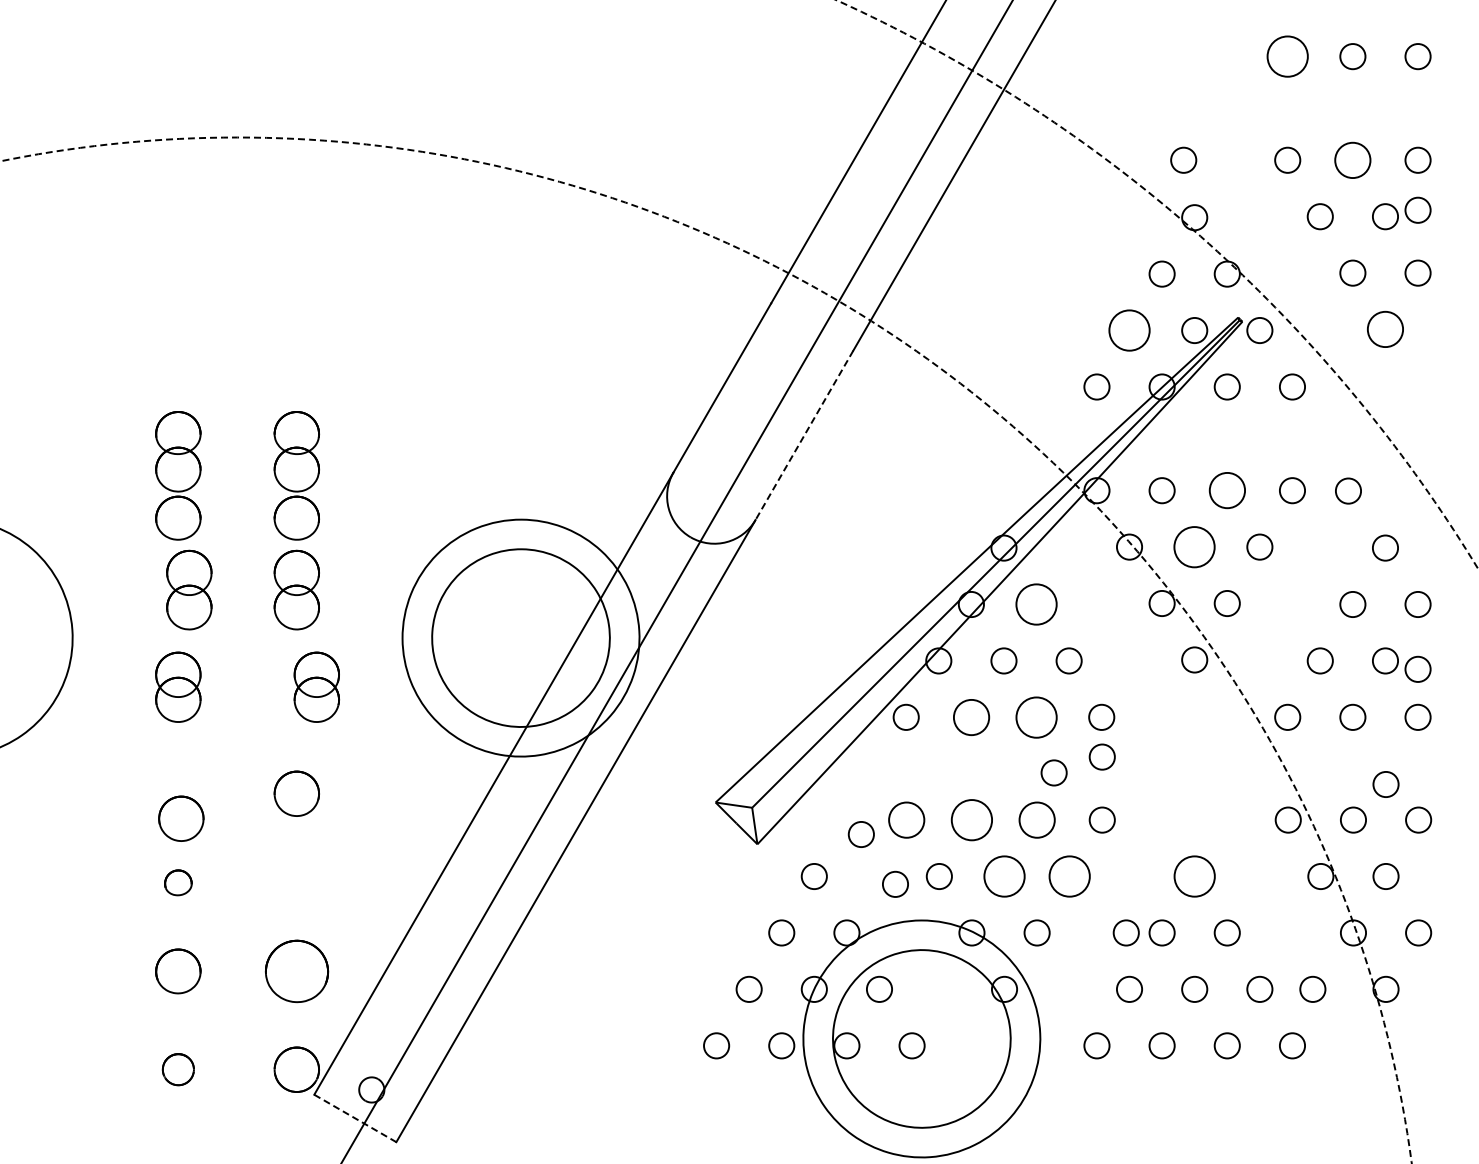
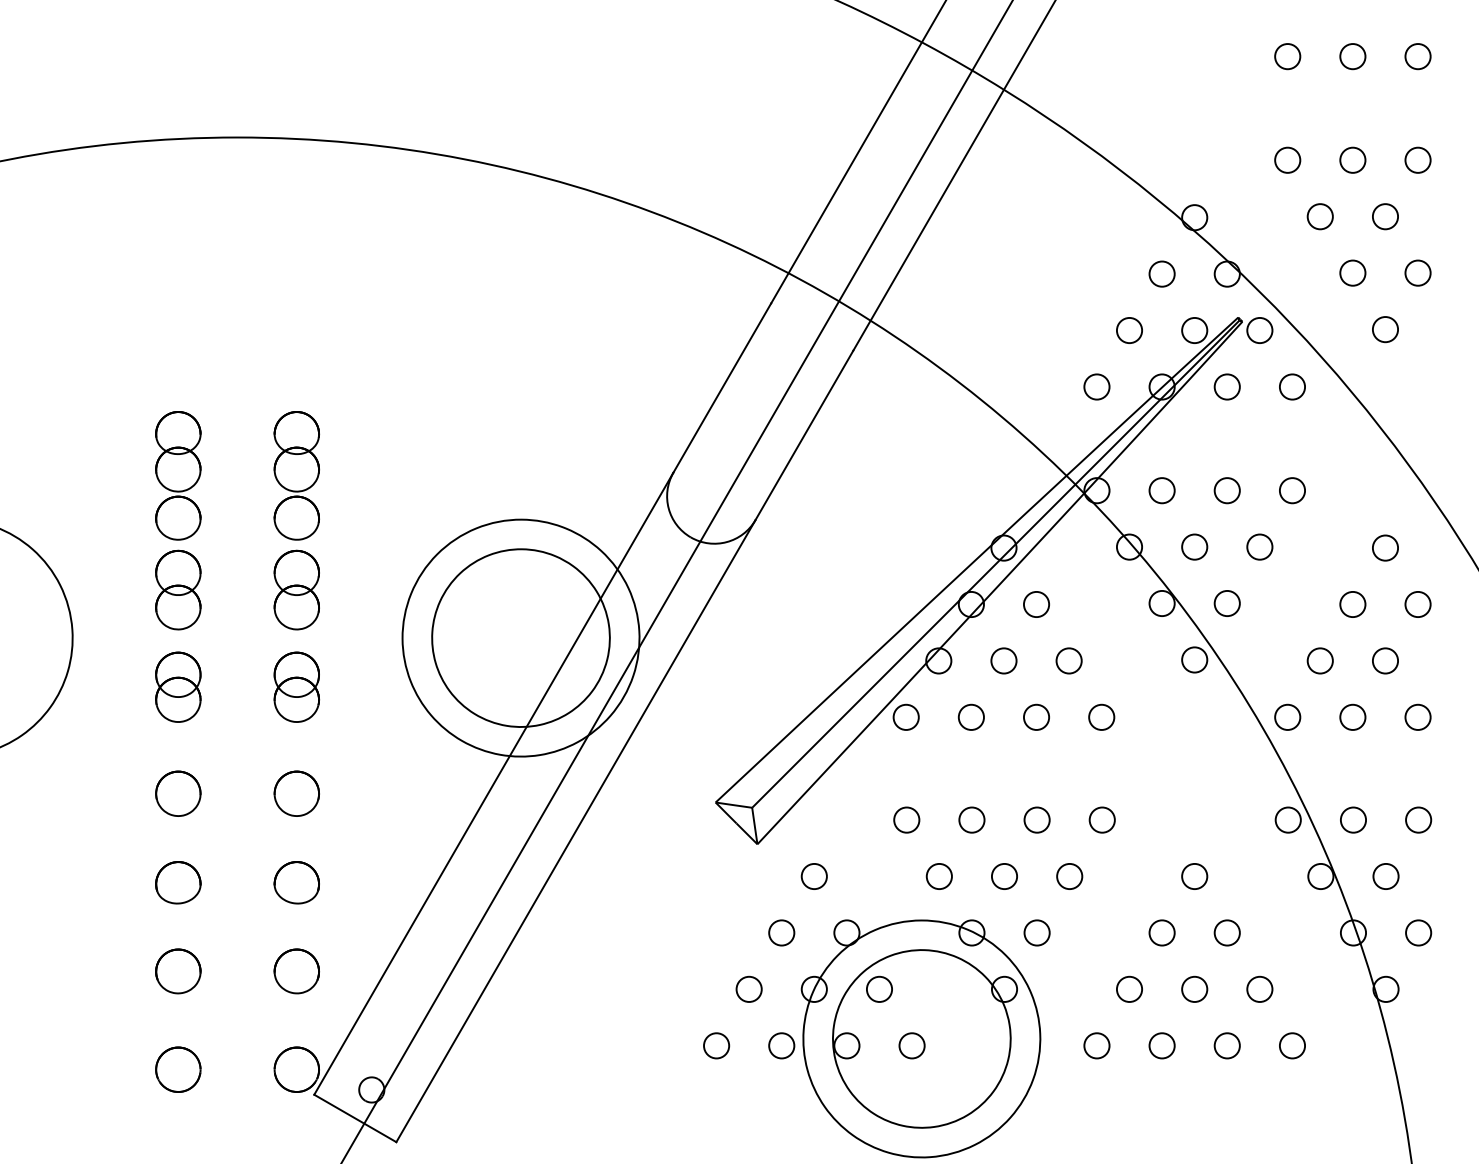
circle at (1287, 56) diameter: 40 px -> 25 px
circle at (1183, 159): present -> none
circle at (1352, 159) size: 38x38 px -> 28x28 px
circle at (1417, 209): present -> none
arc at (1199, 235): dashed -> solid
circle at (1385, 328) size: 37x38 px -> 27x28 px
circle at (1129, 330) diameter: 40 px -> 25 px
arc at (925, 357): dashed -> solid
line at (804, 435): dashed -> solid
circle at (1226, 490) size: 38x38 px -> 28x28 px
circle at (1348, 490): present -> none
circle at (1194, 547) size: 43x43 px -> 28x28 px
part at (189, 589) position: (189, 589) -> (178, 589)
circle at (1036, 604) diameter: 40 px -> 25 px
circle at (1417, 668): present -> none
part at (316, 686) position: (316, 686) -> (296, 686)
circle at (971, 717) size: 38x37 px -> 28x28 px
circle at (1036, 717) size: 43x43 px -> 27x28 px
circle at (1101, 756): present -> none
circle at (1053, 772): present -> none
circle at (1385, 784): present -> none
part at (181, 818) position: (181, 818) -> (178, 793)
circle at (906, 819) size: 38x38 px -> 28x28 px
circle at (1036, 819) size: 38x38 px -> 28x28 px
circle at (971, 820) size: 43x43 px -> 28x28 px
circle at (860, 834): present -> none
circle at (1004, 876) diameter: 40 px -> 25 px
circle at (1069, 876) diameter: 40 px -> 25 px
circle at (1194, 876) diameter: 40 px -> 25 px
part at (178, 882) size: 29x28 px -> 47x44 px
part at (296, 882): none -> present
circle at (895, 883): present -> none
circle at (1125, 932): present -> none
part at (296, 971) size: 66x65 px -> 47x47 px
circle at (1312, 988): present -> none
part at (177, 1069) size: 34x34 px -> 47x47 px
line at (355, 1118): dashed -> solid
